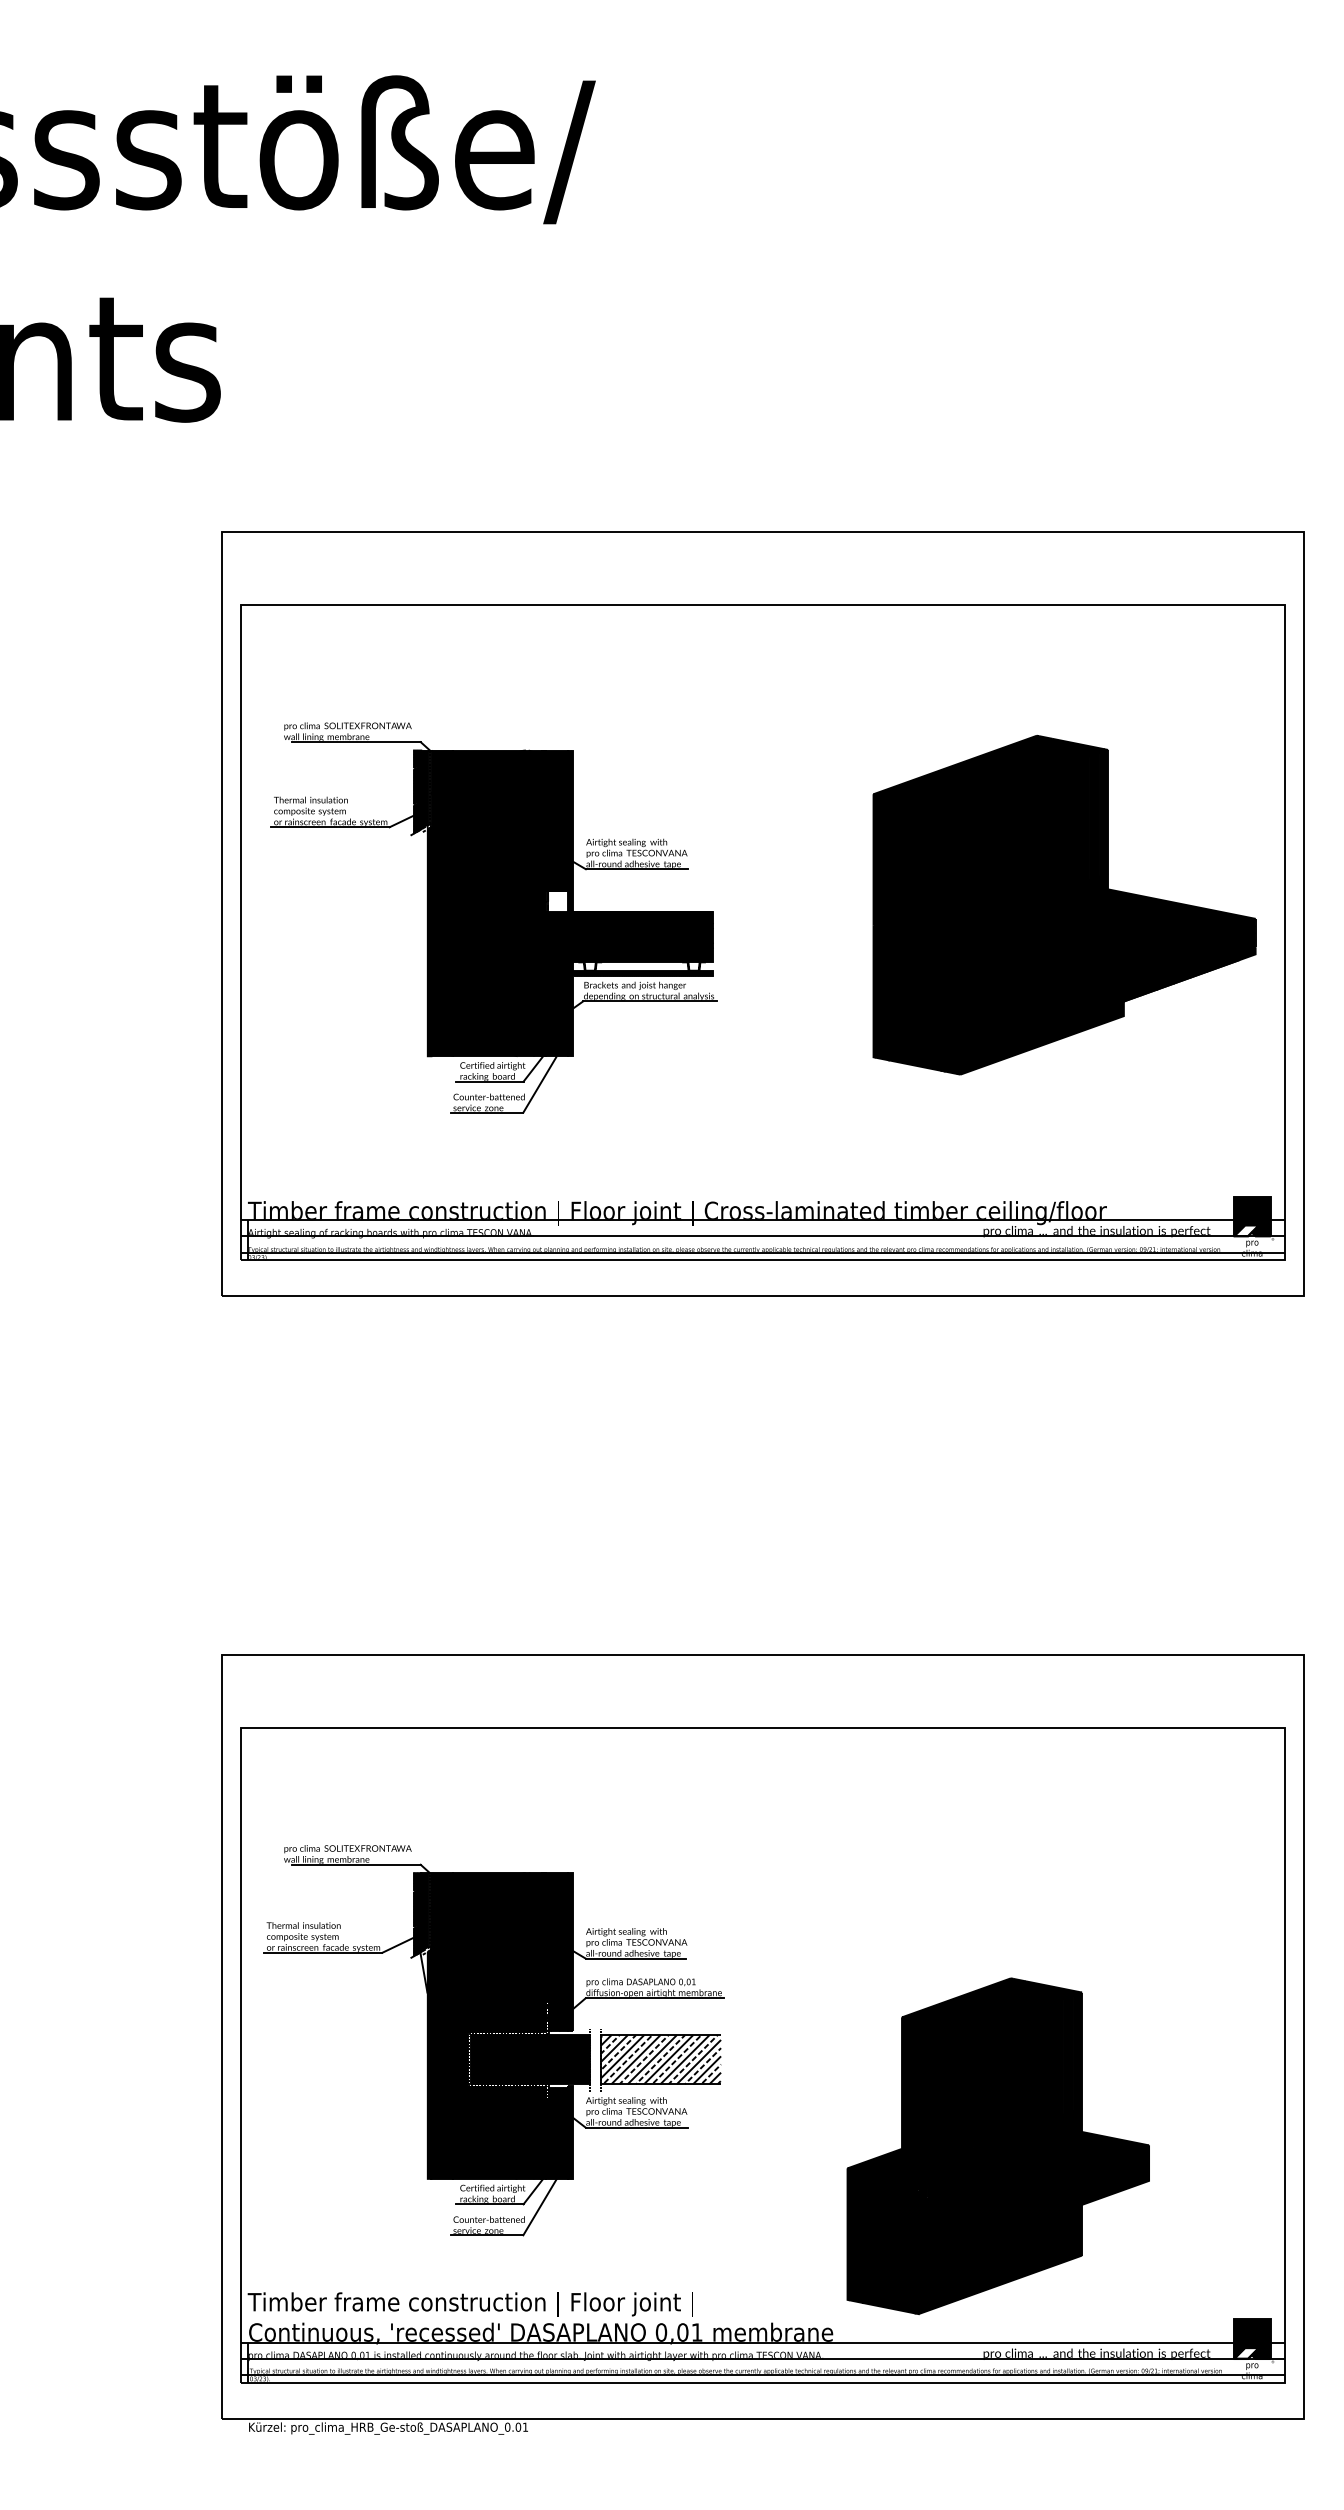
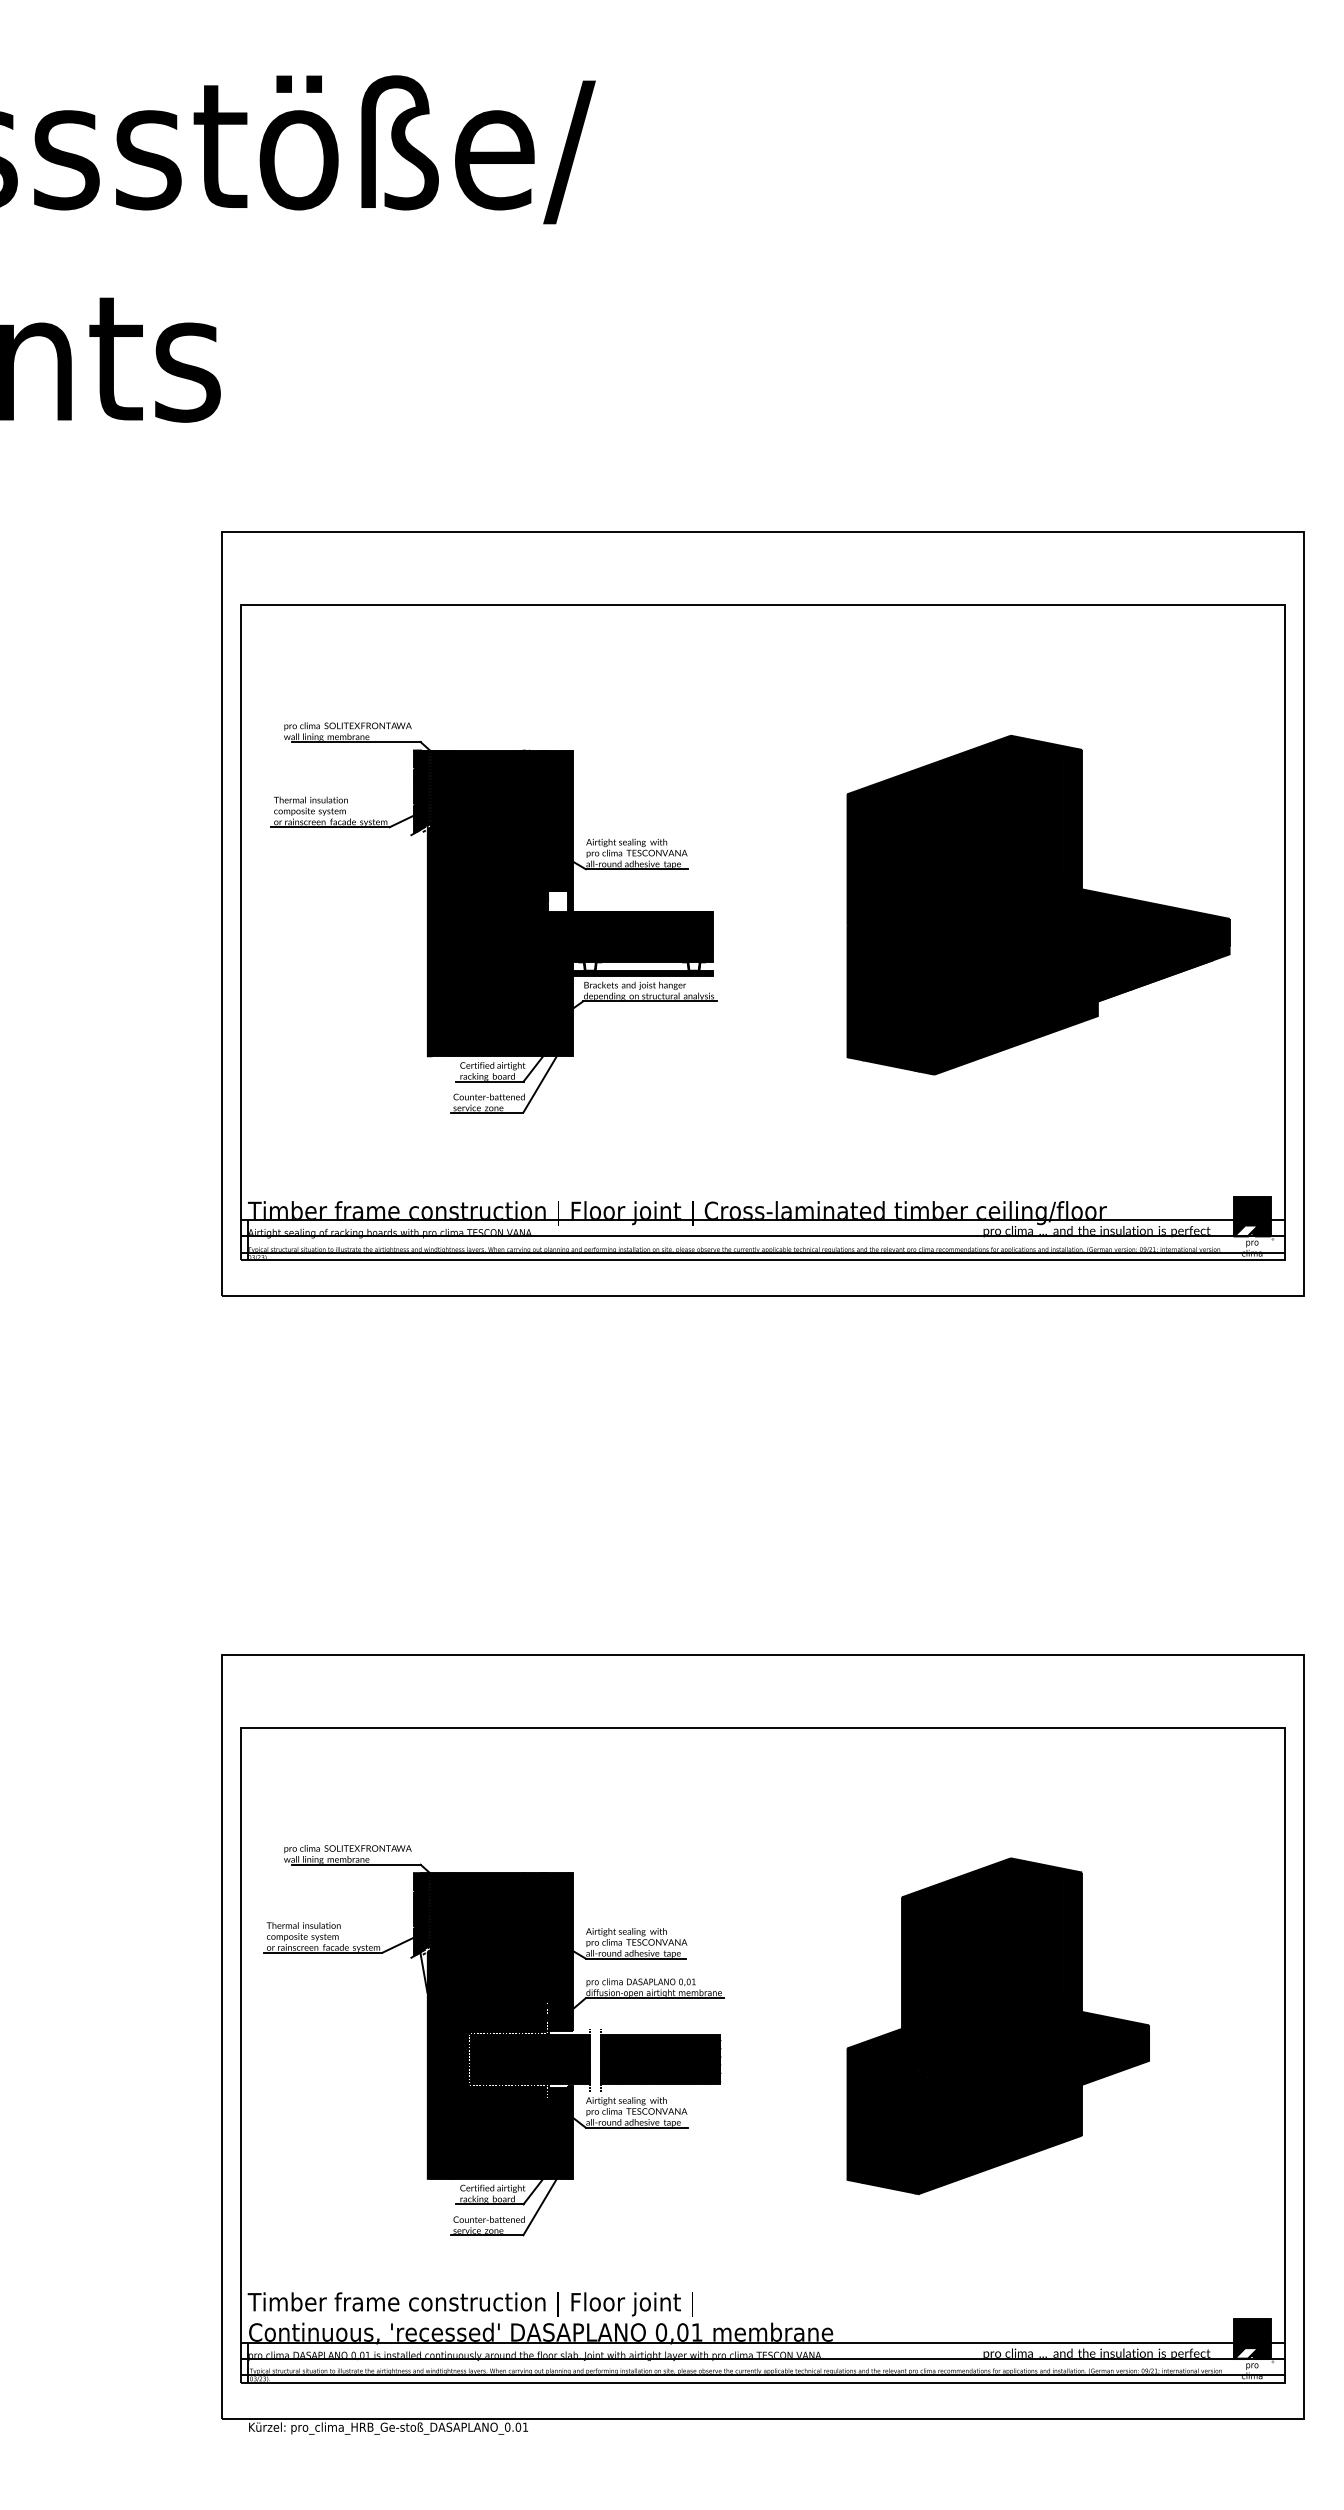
part at (1064, 904) position: (1064, 904) -> (1038, 904)
fill at (661, 2059): none -> present
part at (997, 2146) position: (997, 2146) -> (997, 2026)
